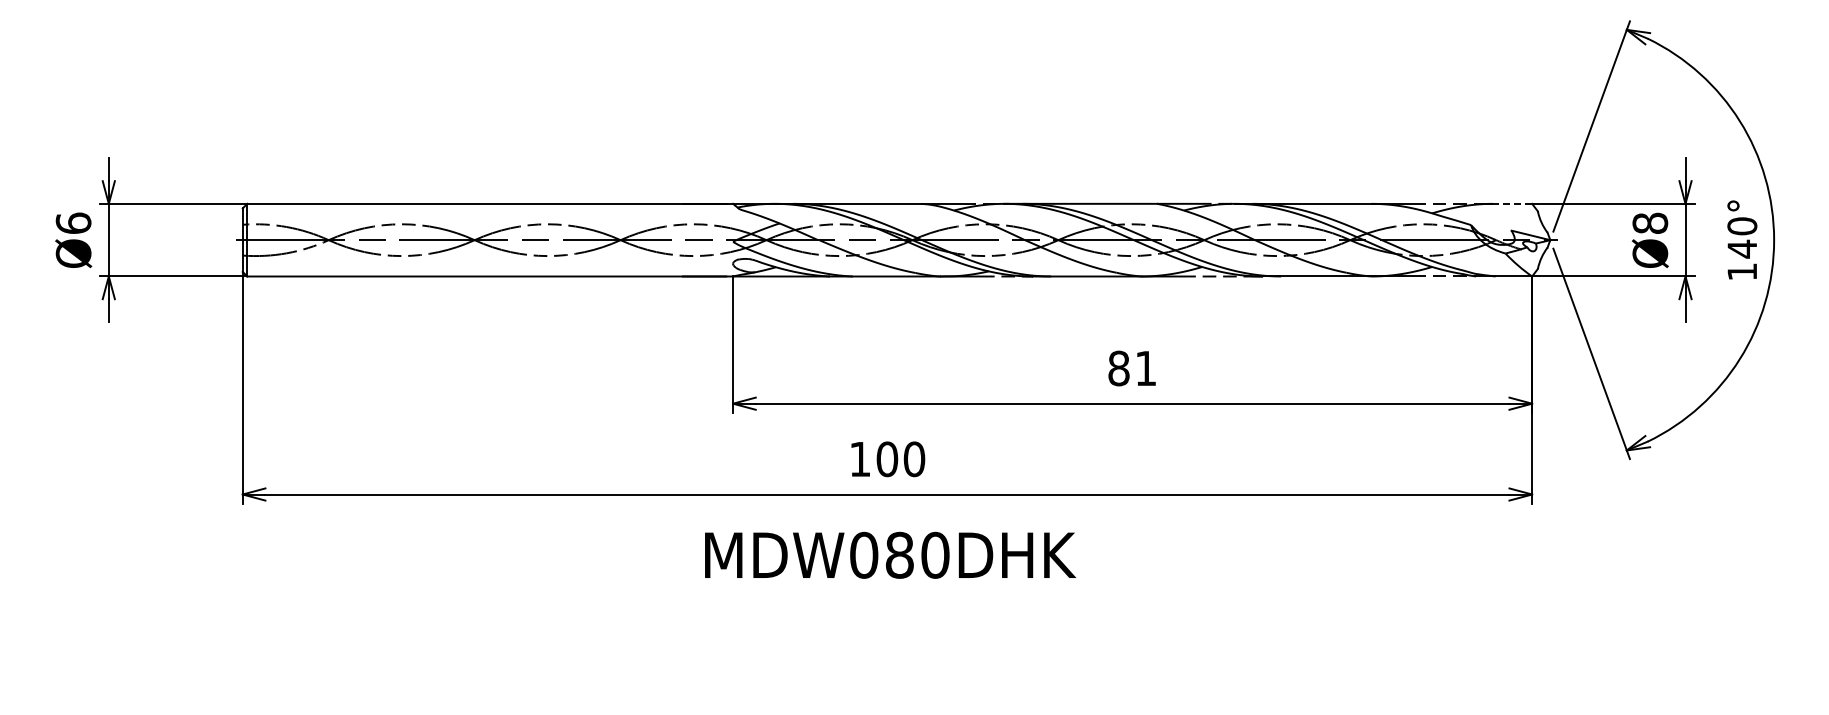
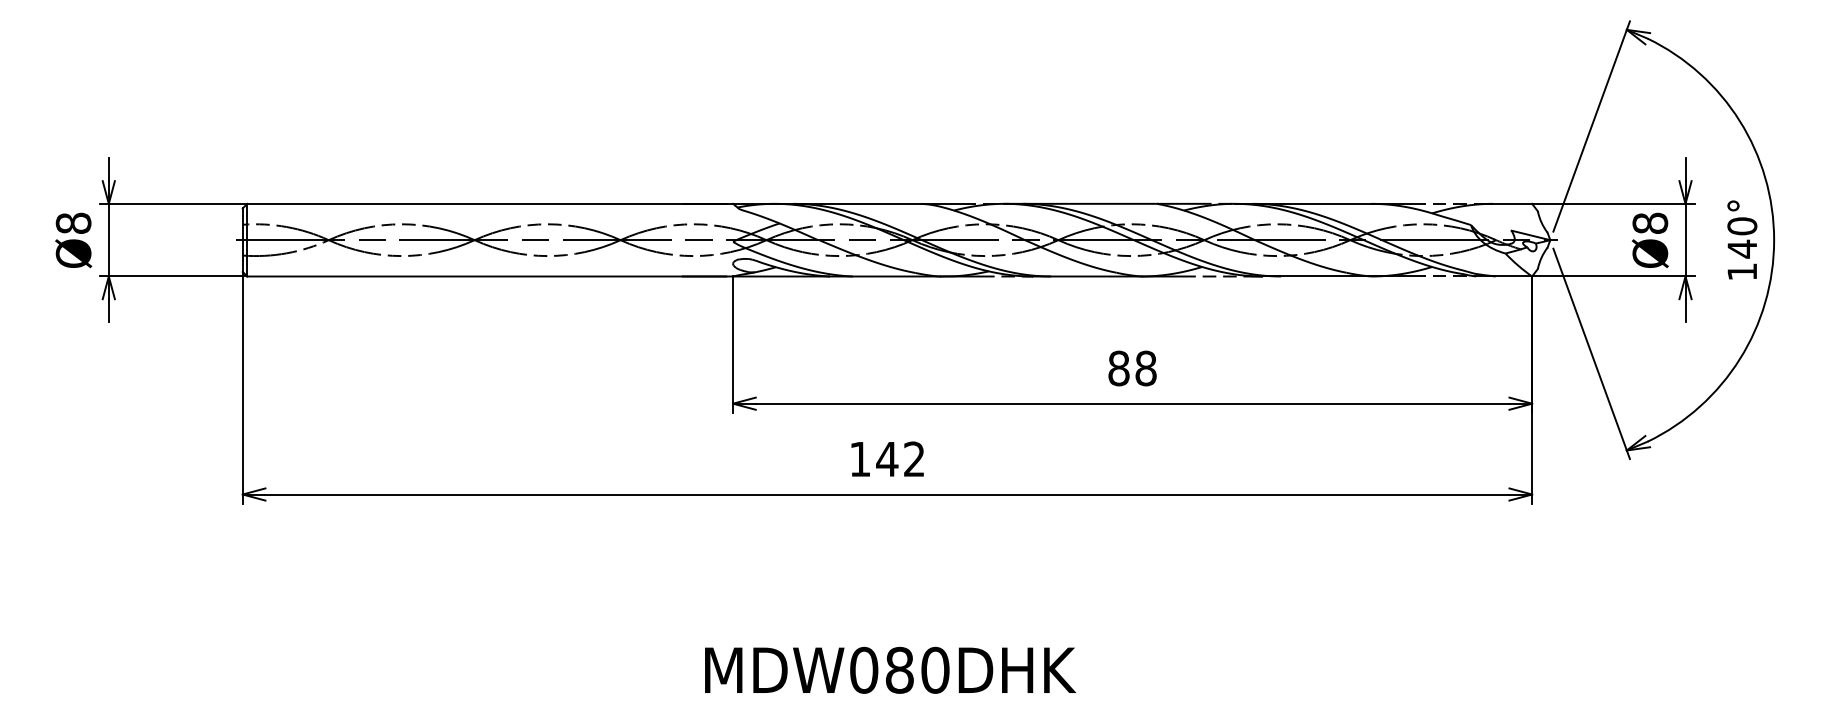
line at (1511, 203): dashed -> solid
text at (73, 222): Ø6 -> Ø8
text at (1145, 368): 81 -> 88
text at (900, 459): 100 -> 142
text at (890, 554) position: (890, 554) -> (890, 669)
